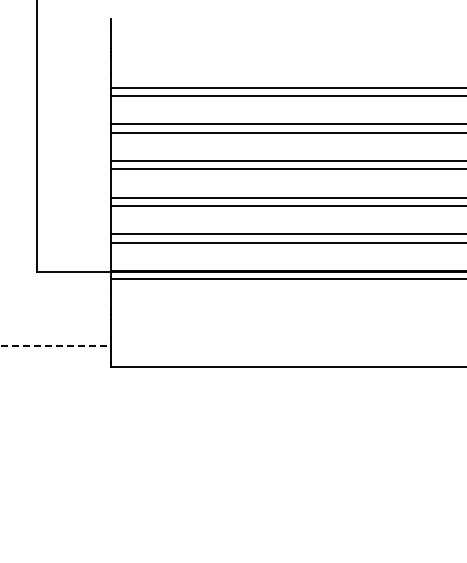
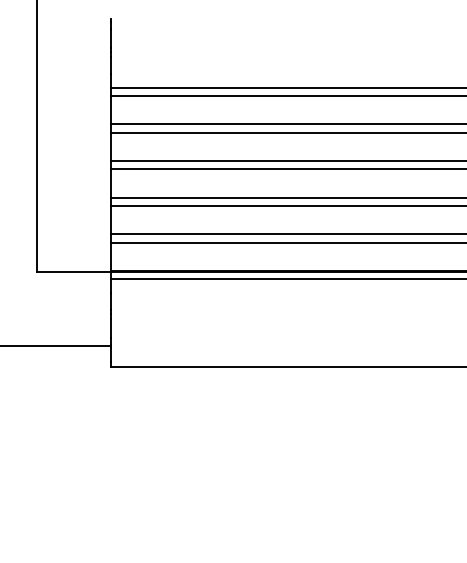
line at (55, 346): dashed -> solid
